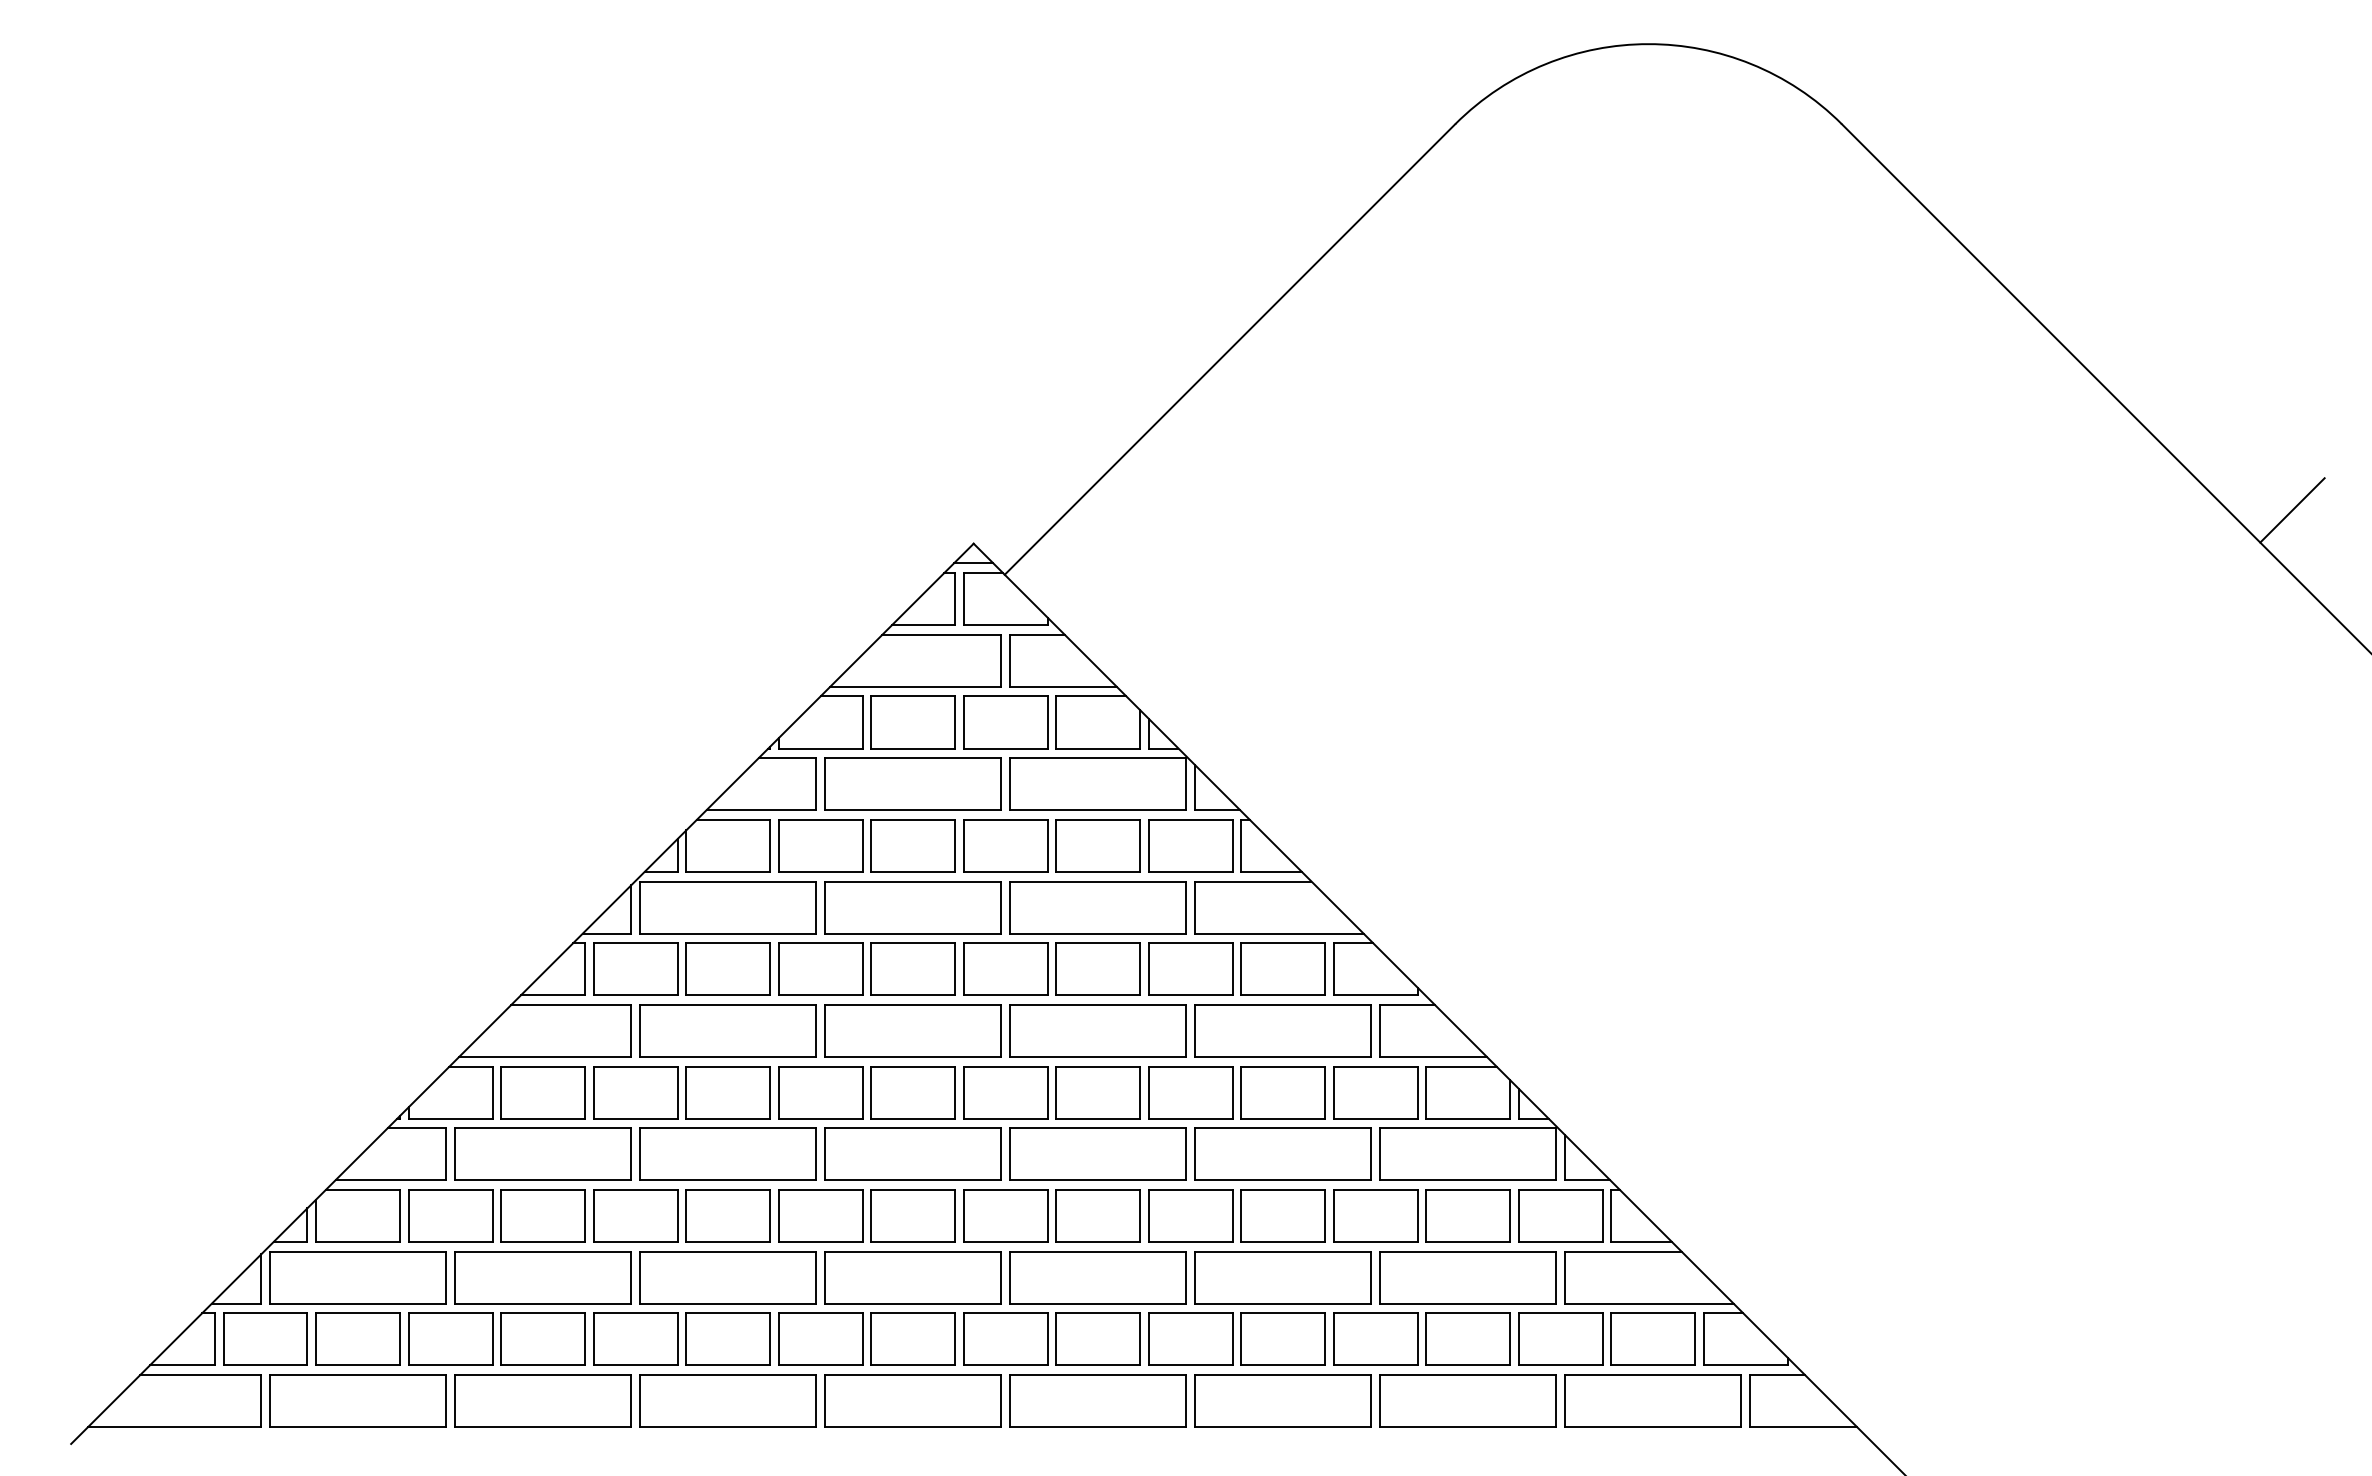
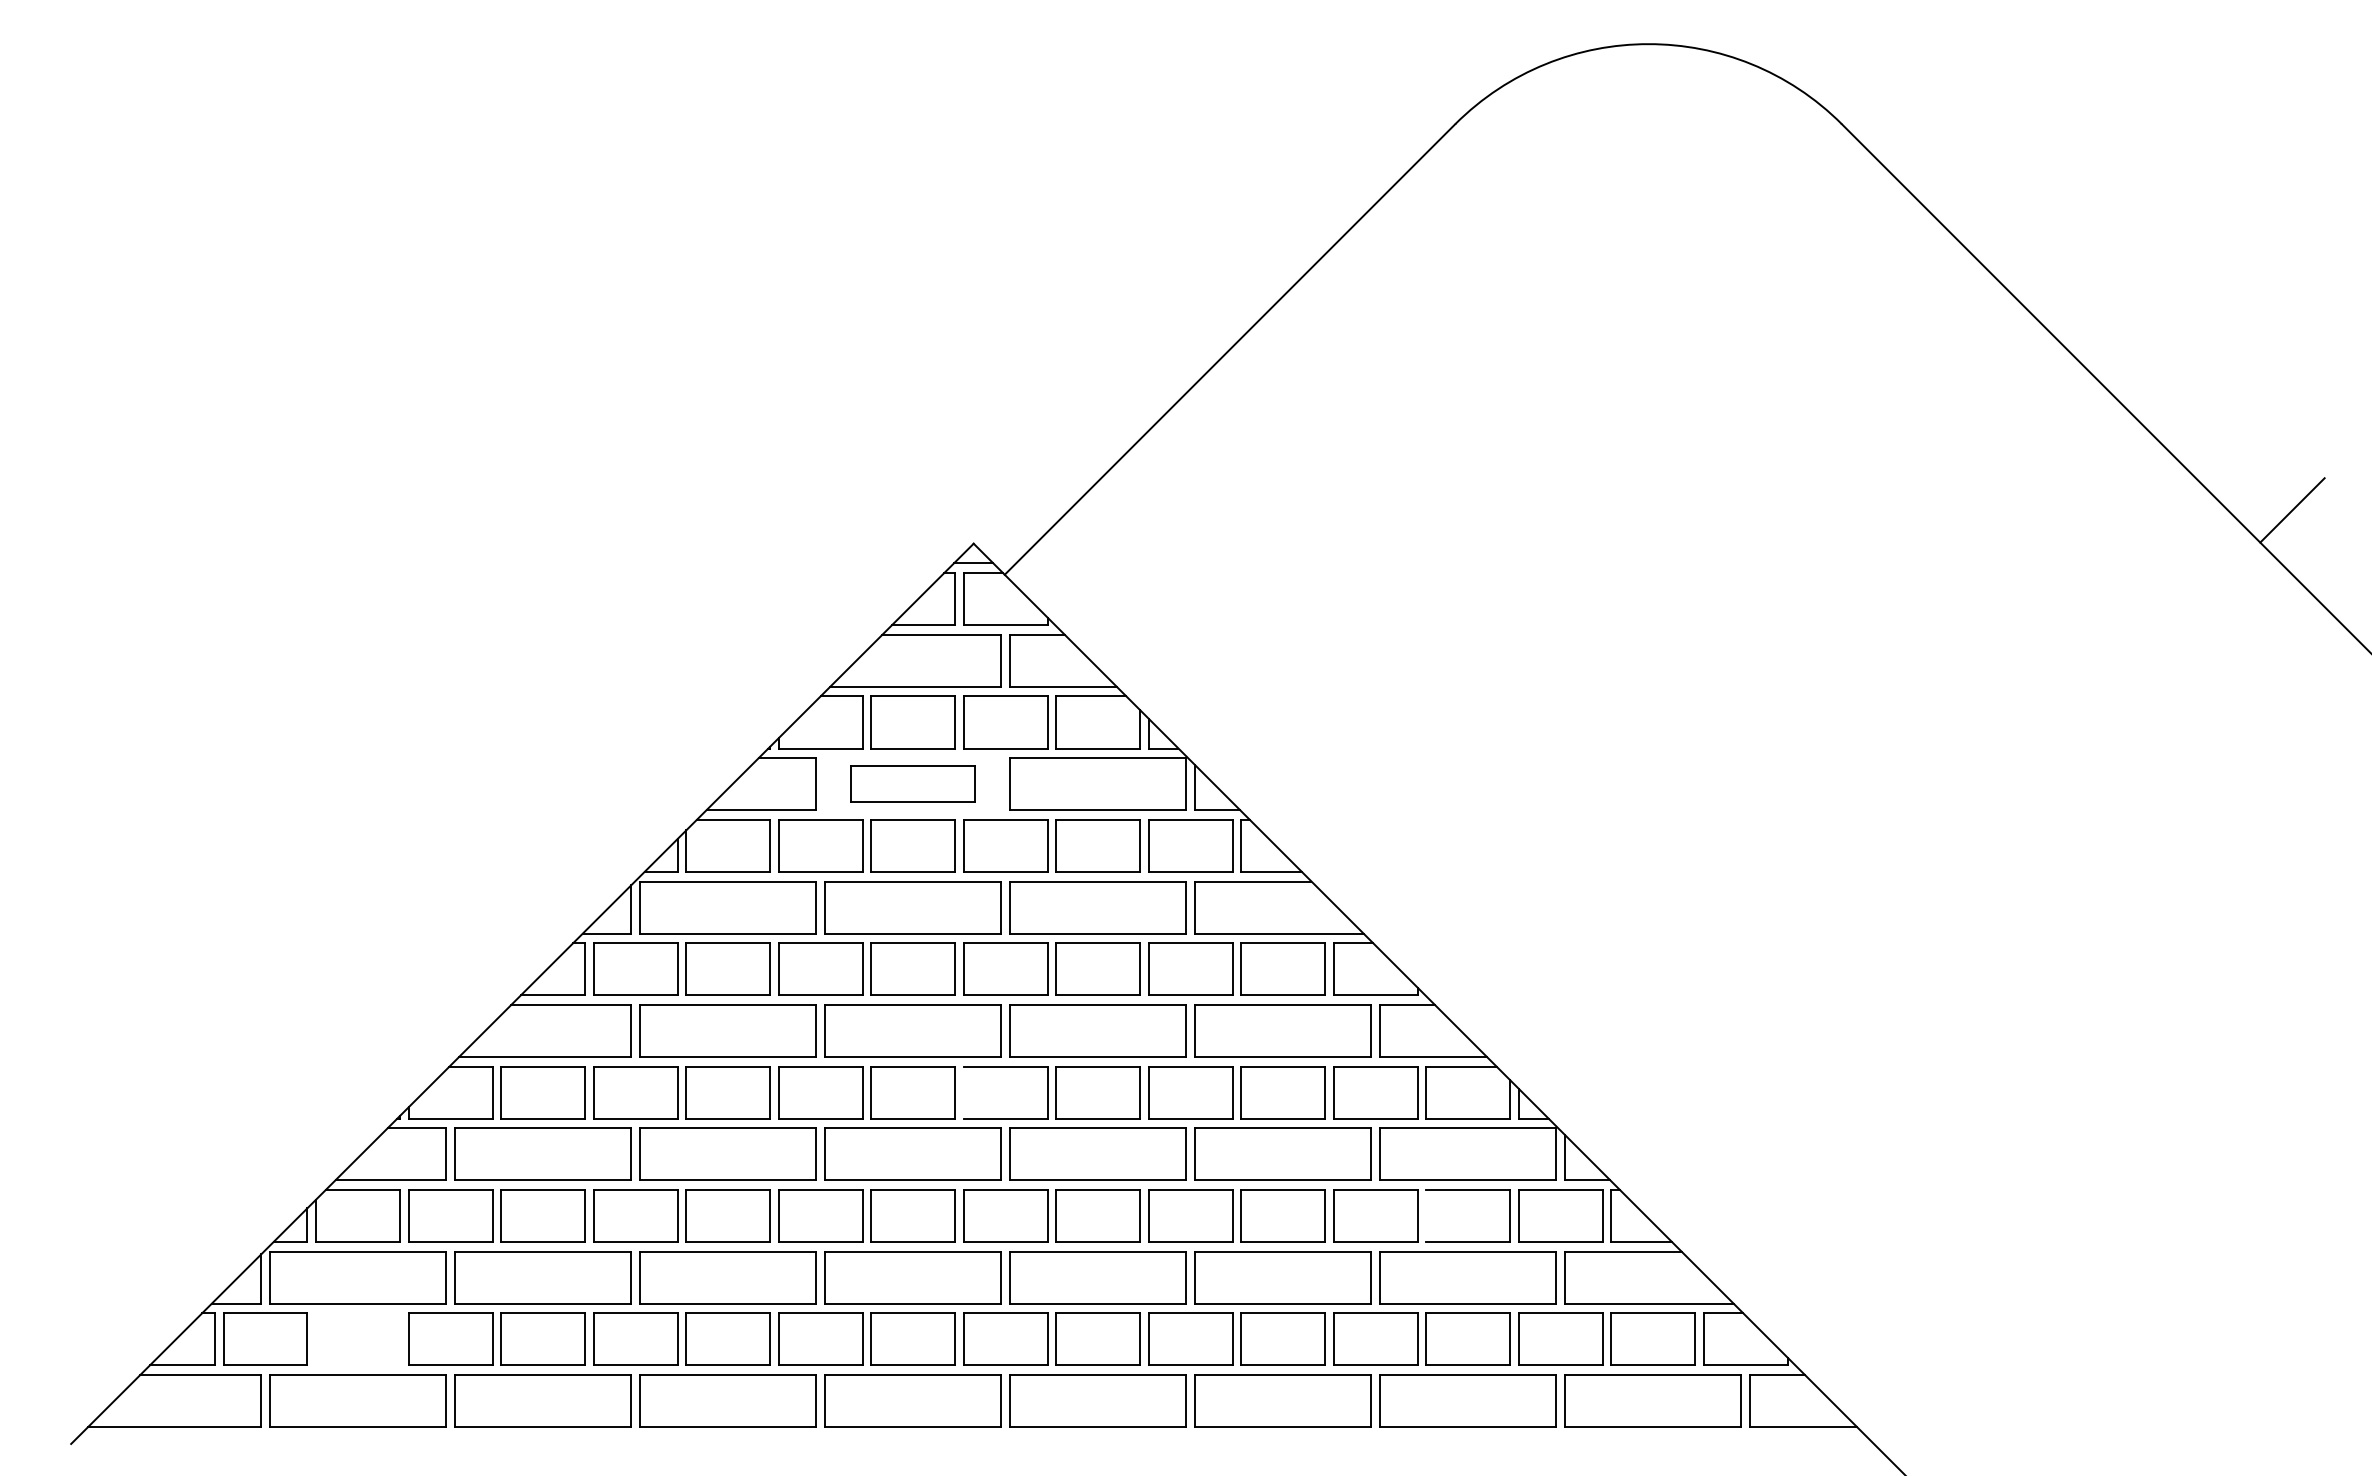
part at (912, 783) size: 178x54 px -> 126x38 px
line at (963, 1092): present -> none
line at (1426, 1215): present -> none
part at (357, 1338): present -> none
